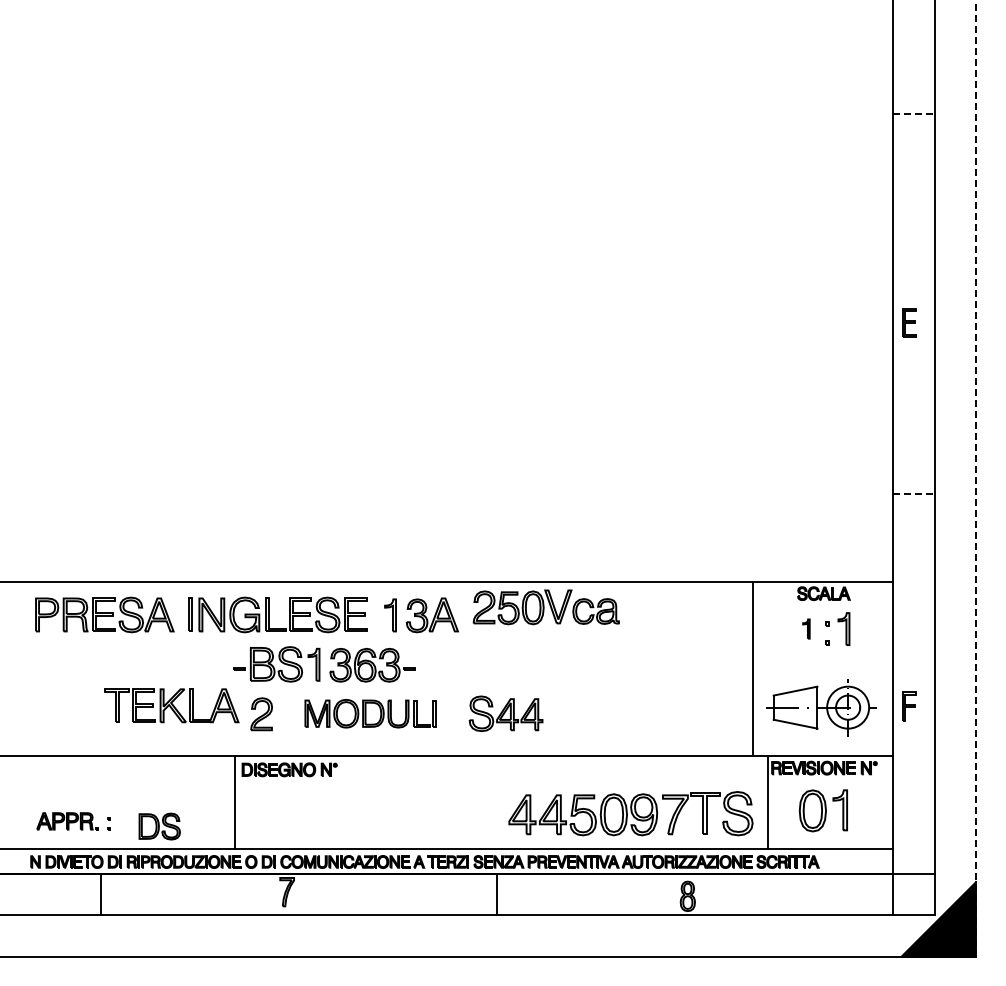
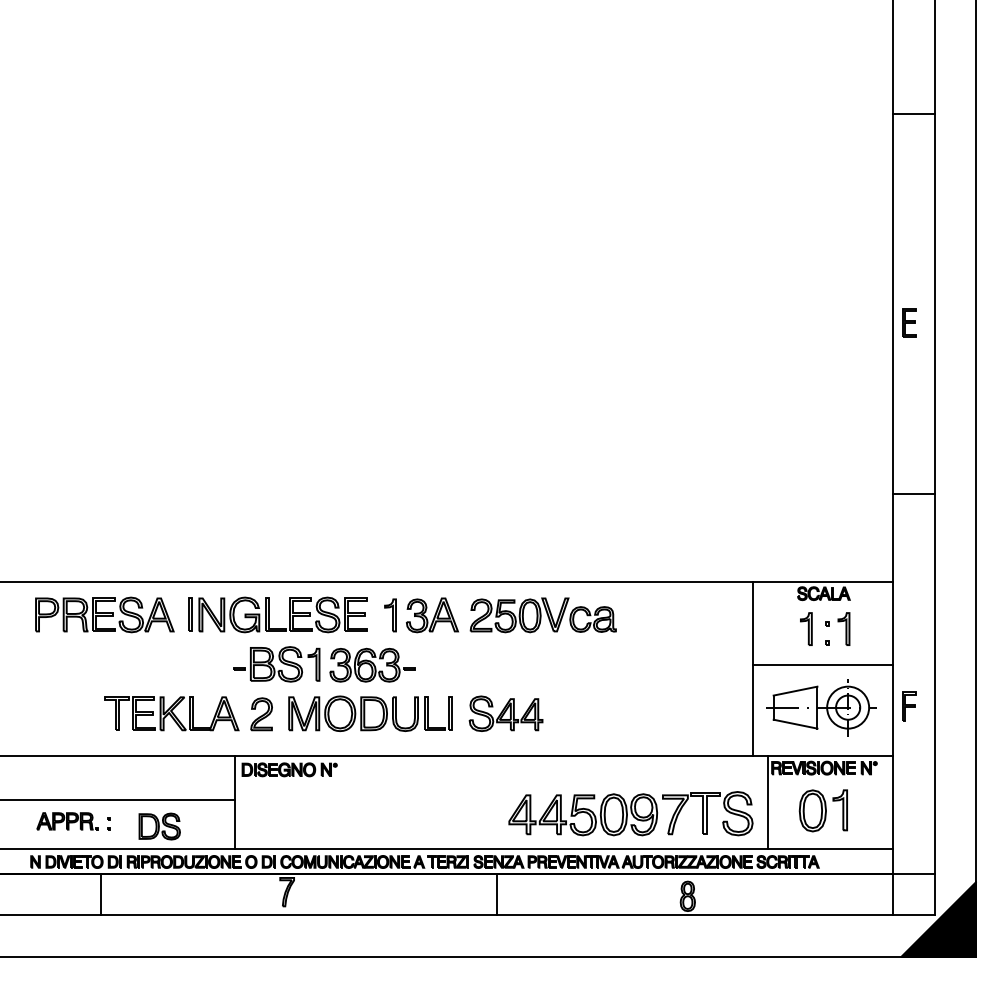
line at (914, 113): dashed -> solid
line at (975, 478): dashed -> solid
line at (914, 493): dashed -> solid
part at (545, 607) position: (545, 607) -> (542, 615)
part at (806, 628) size: 9x22 px -> 13x34 px
line at (823, 665): none -> present
part at (171, 705) position: (171, 705) -> (171, 713)
part at (370, 713) size: 133x30 px -> 165x37 px
line at (118, 800): none -> present
